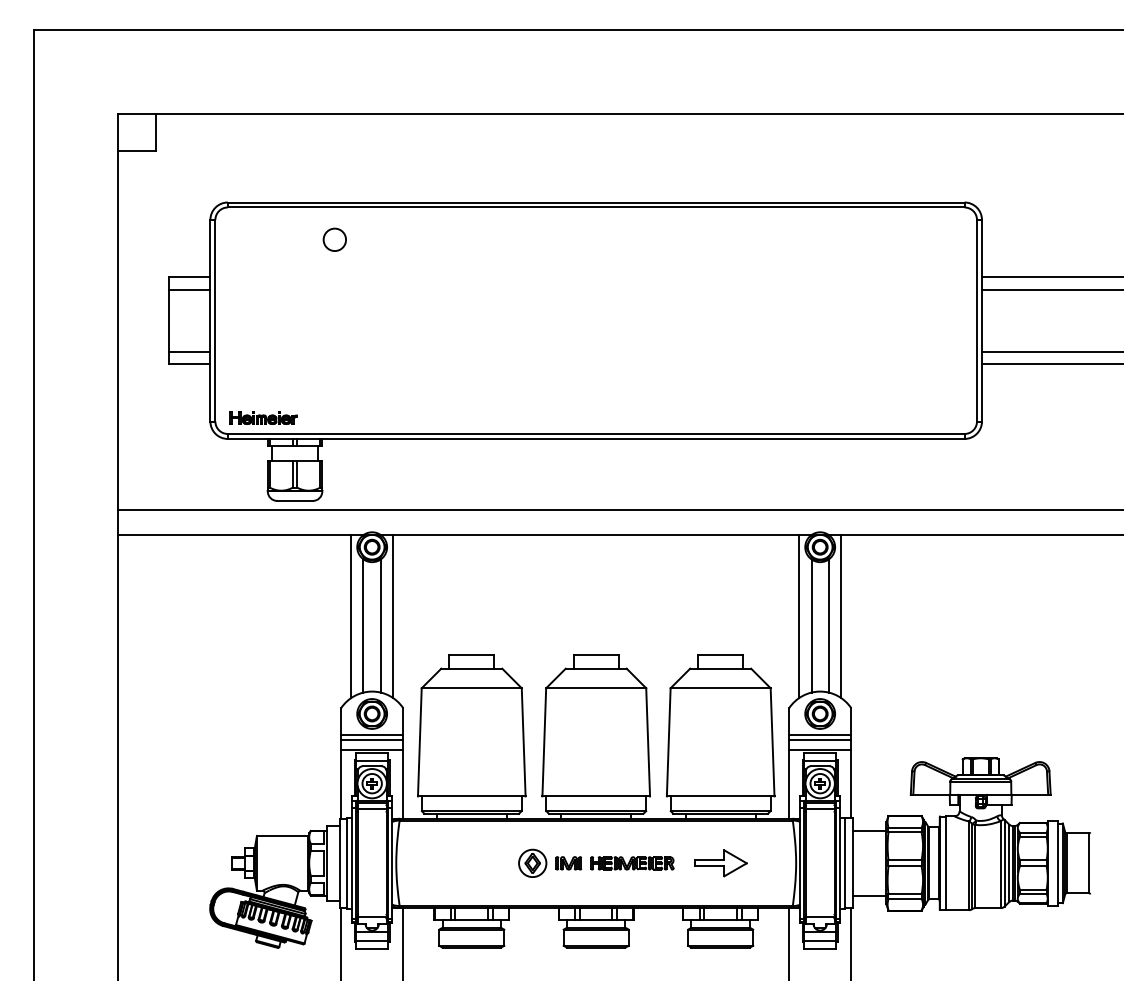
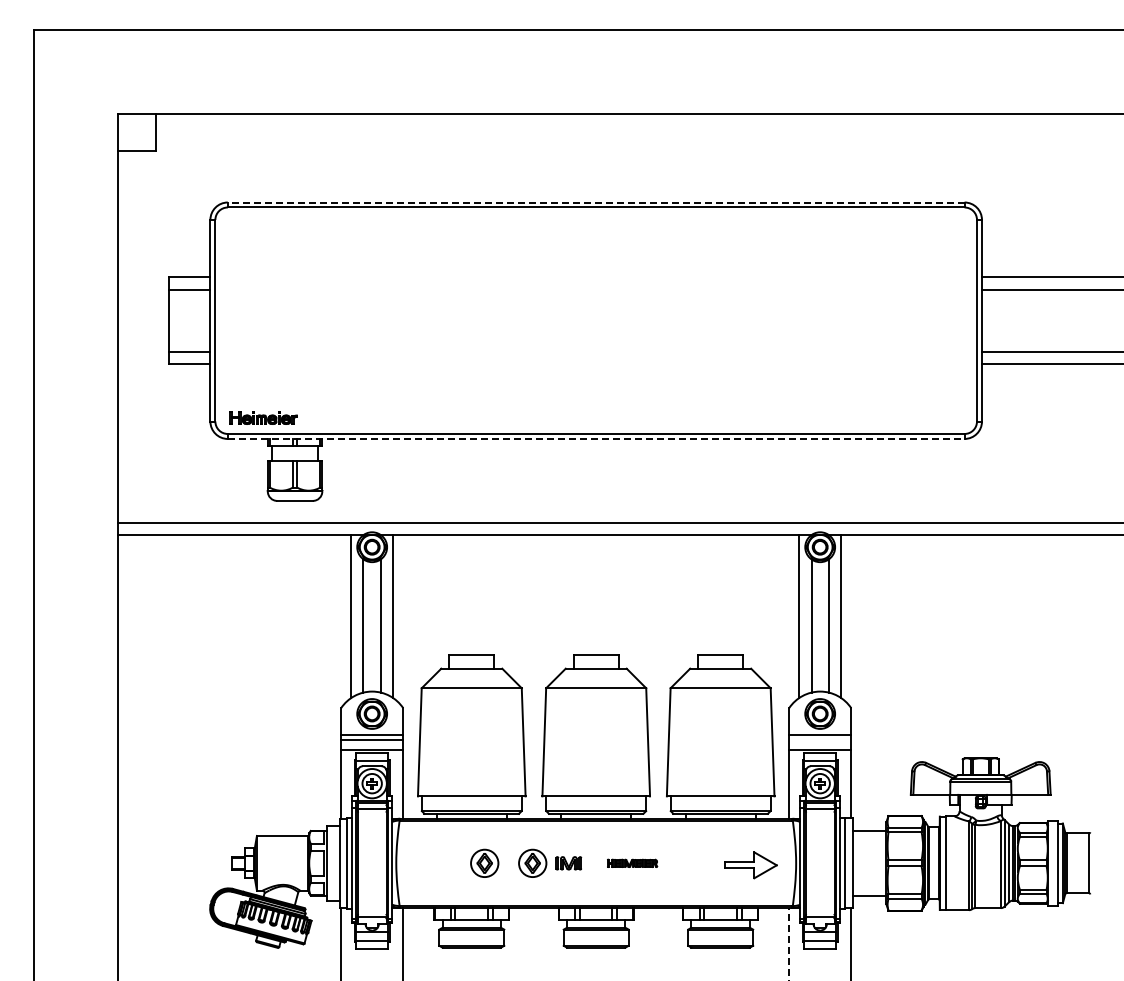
line at (595, 202): solid -> dashed
circle at (334, 239): present -> none
line at (596, 438): solid -> dashed
line at (619, 509) position: (619, 509) -> (619, 522)
line at (820, 740): present -> none
part at (484, 862): none -> present
part at (632, 863) size: 85x15 px -> 52x10 px
part at (720, 863) position: (720, 863) -> (750, 865)
line at (789, 943): solid -> dashed
